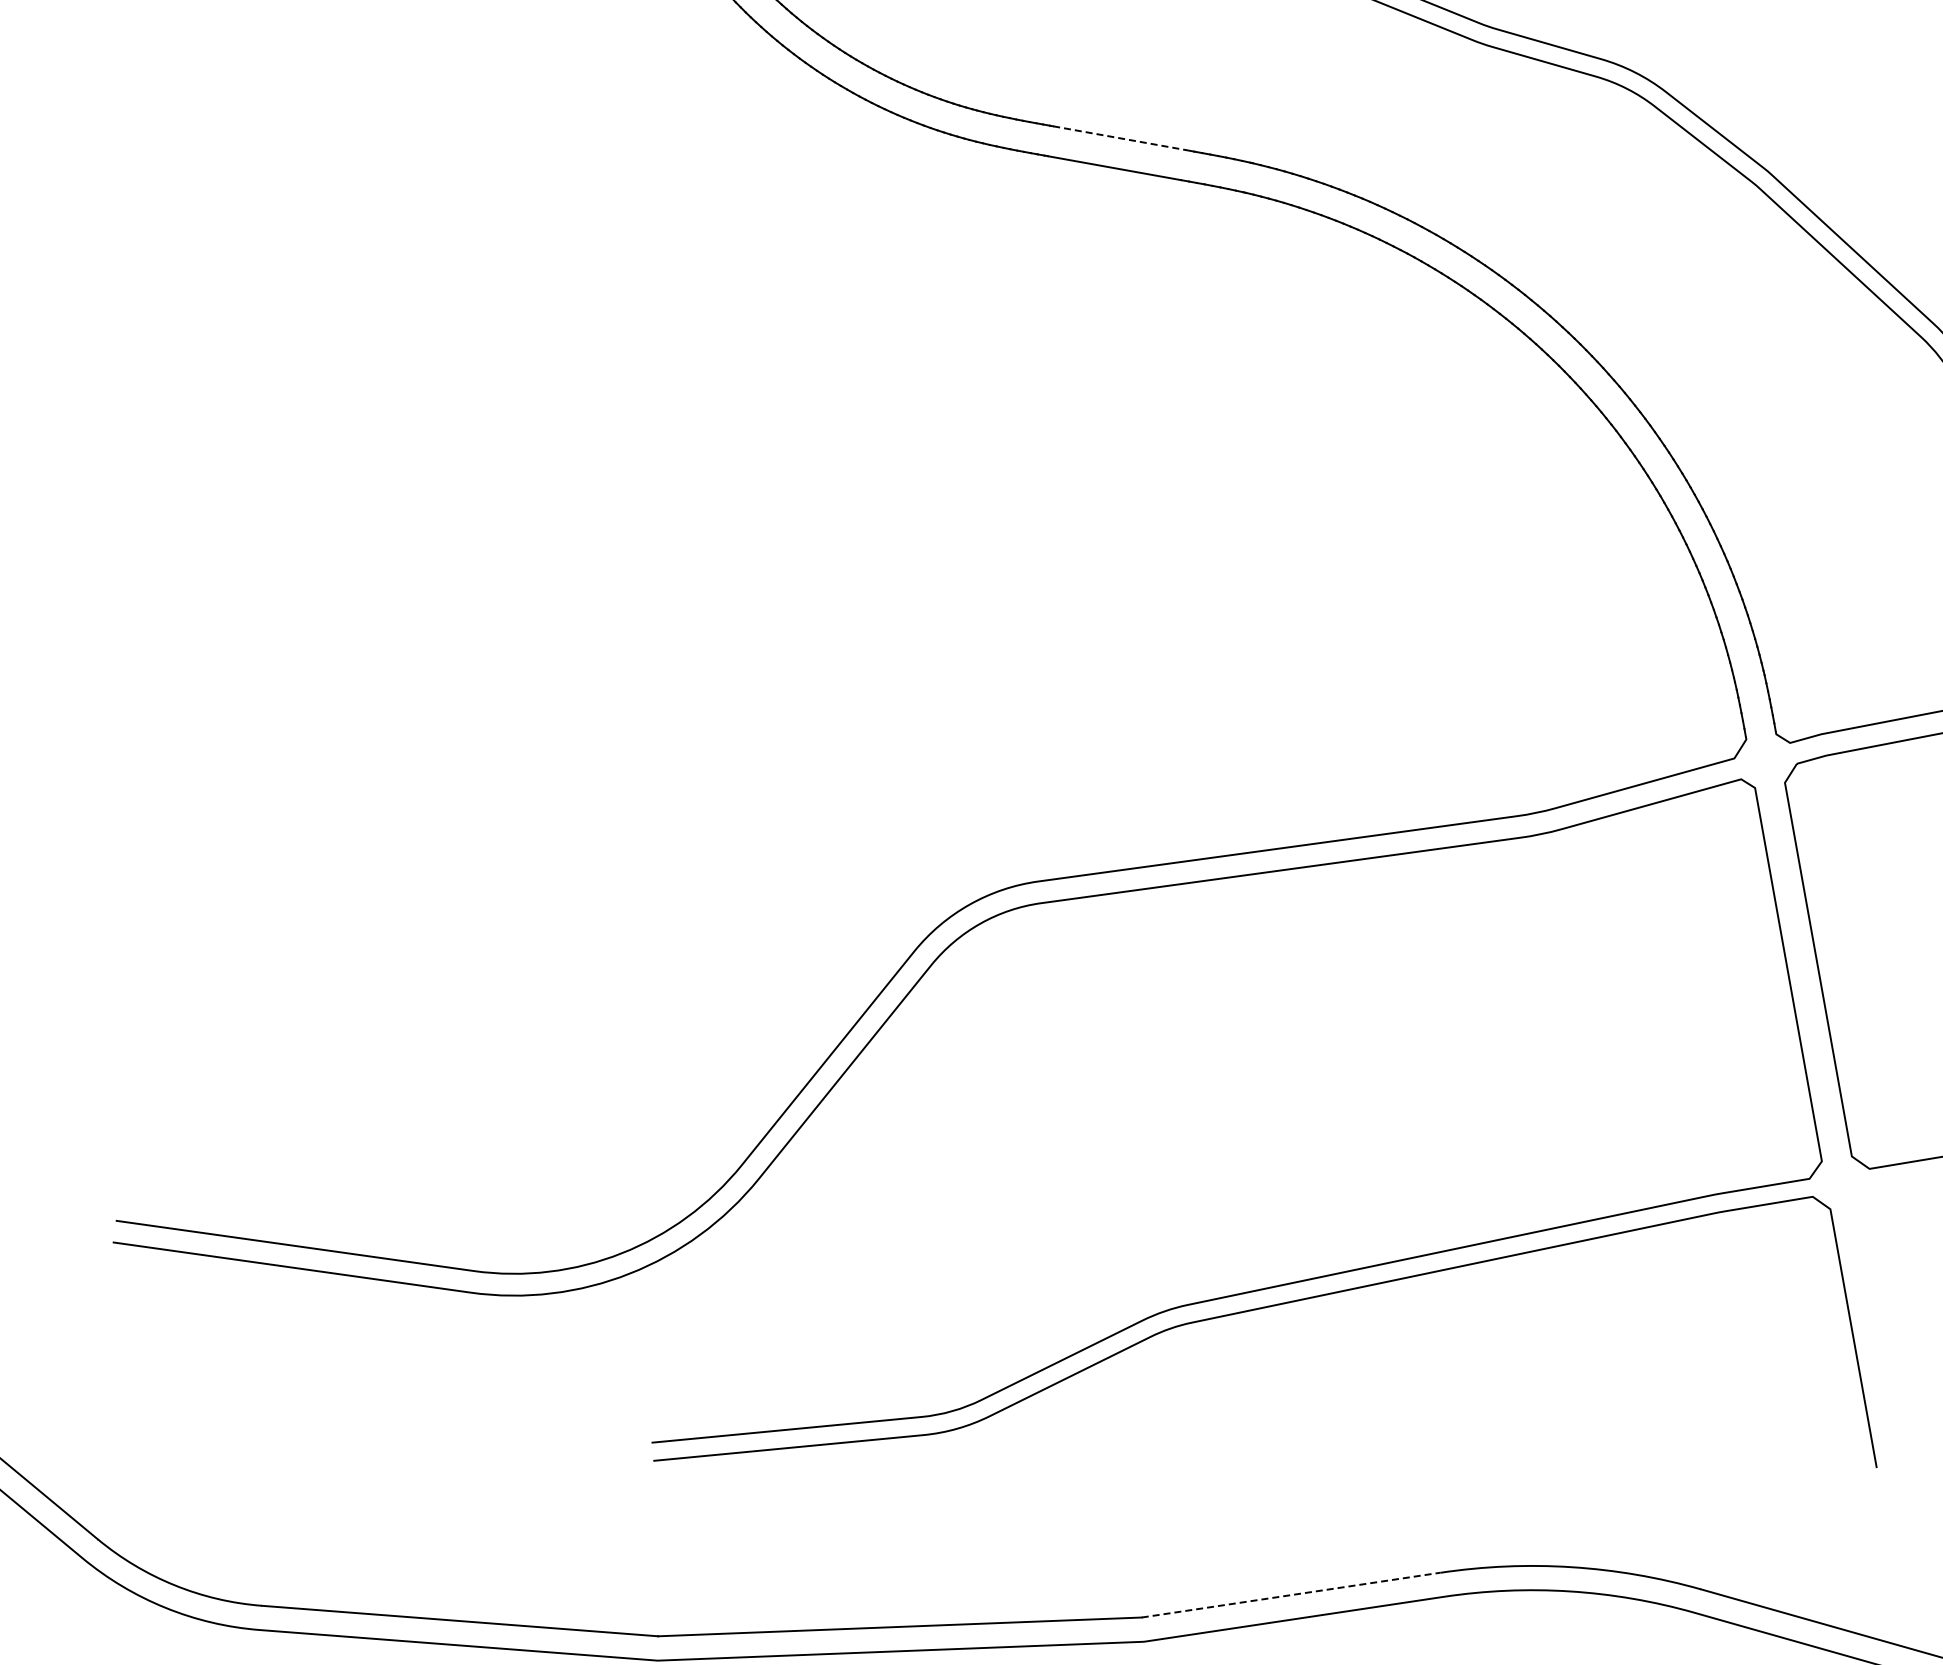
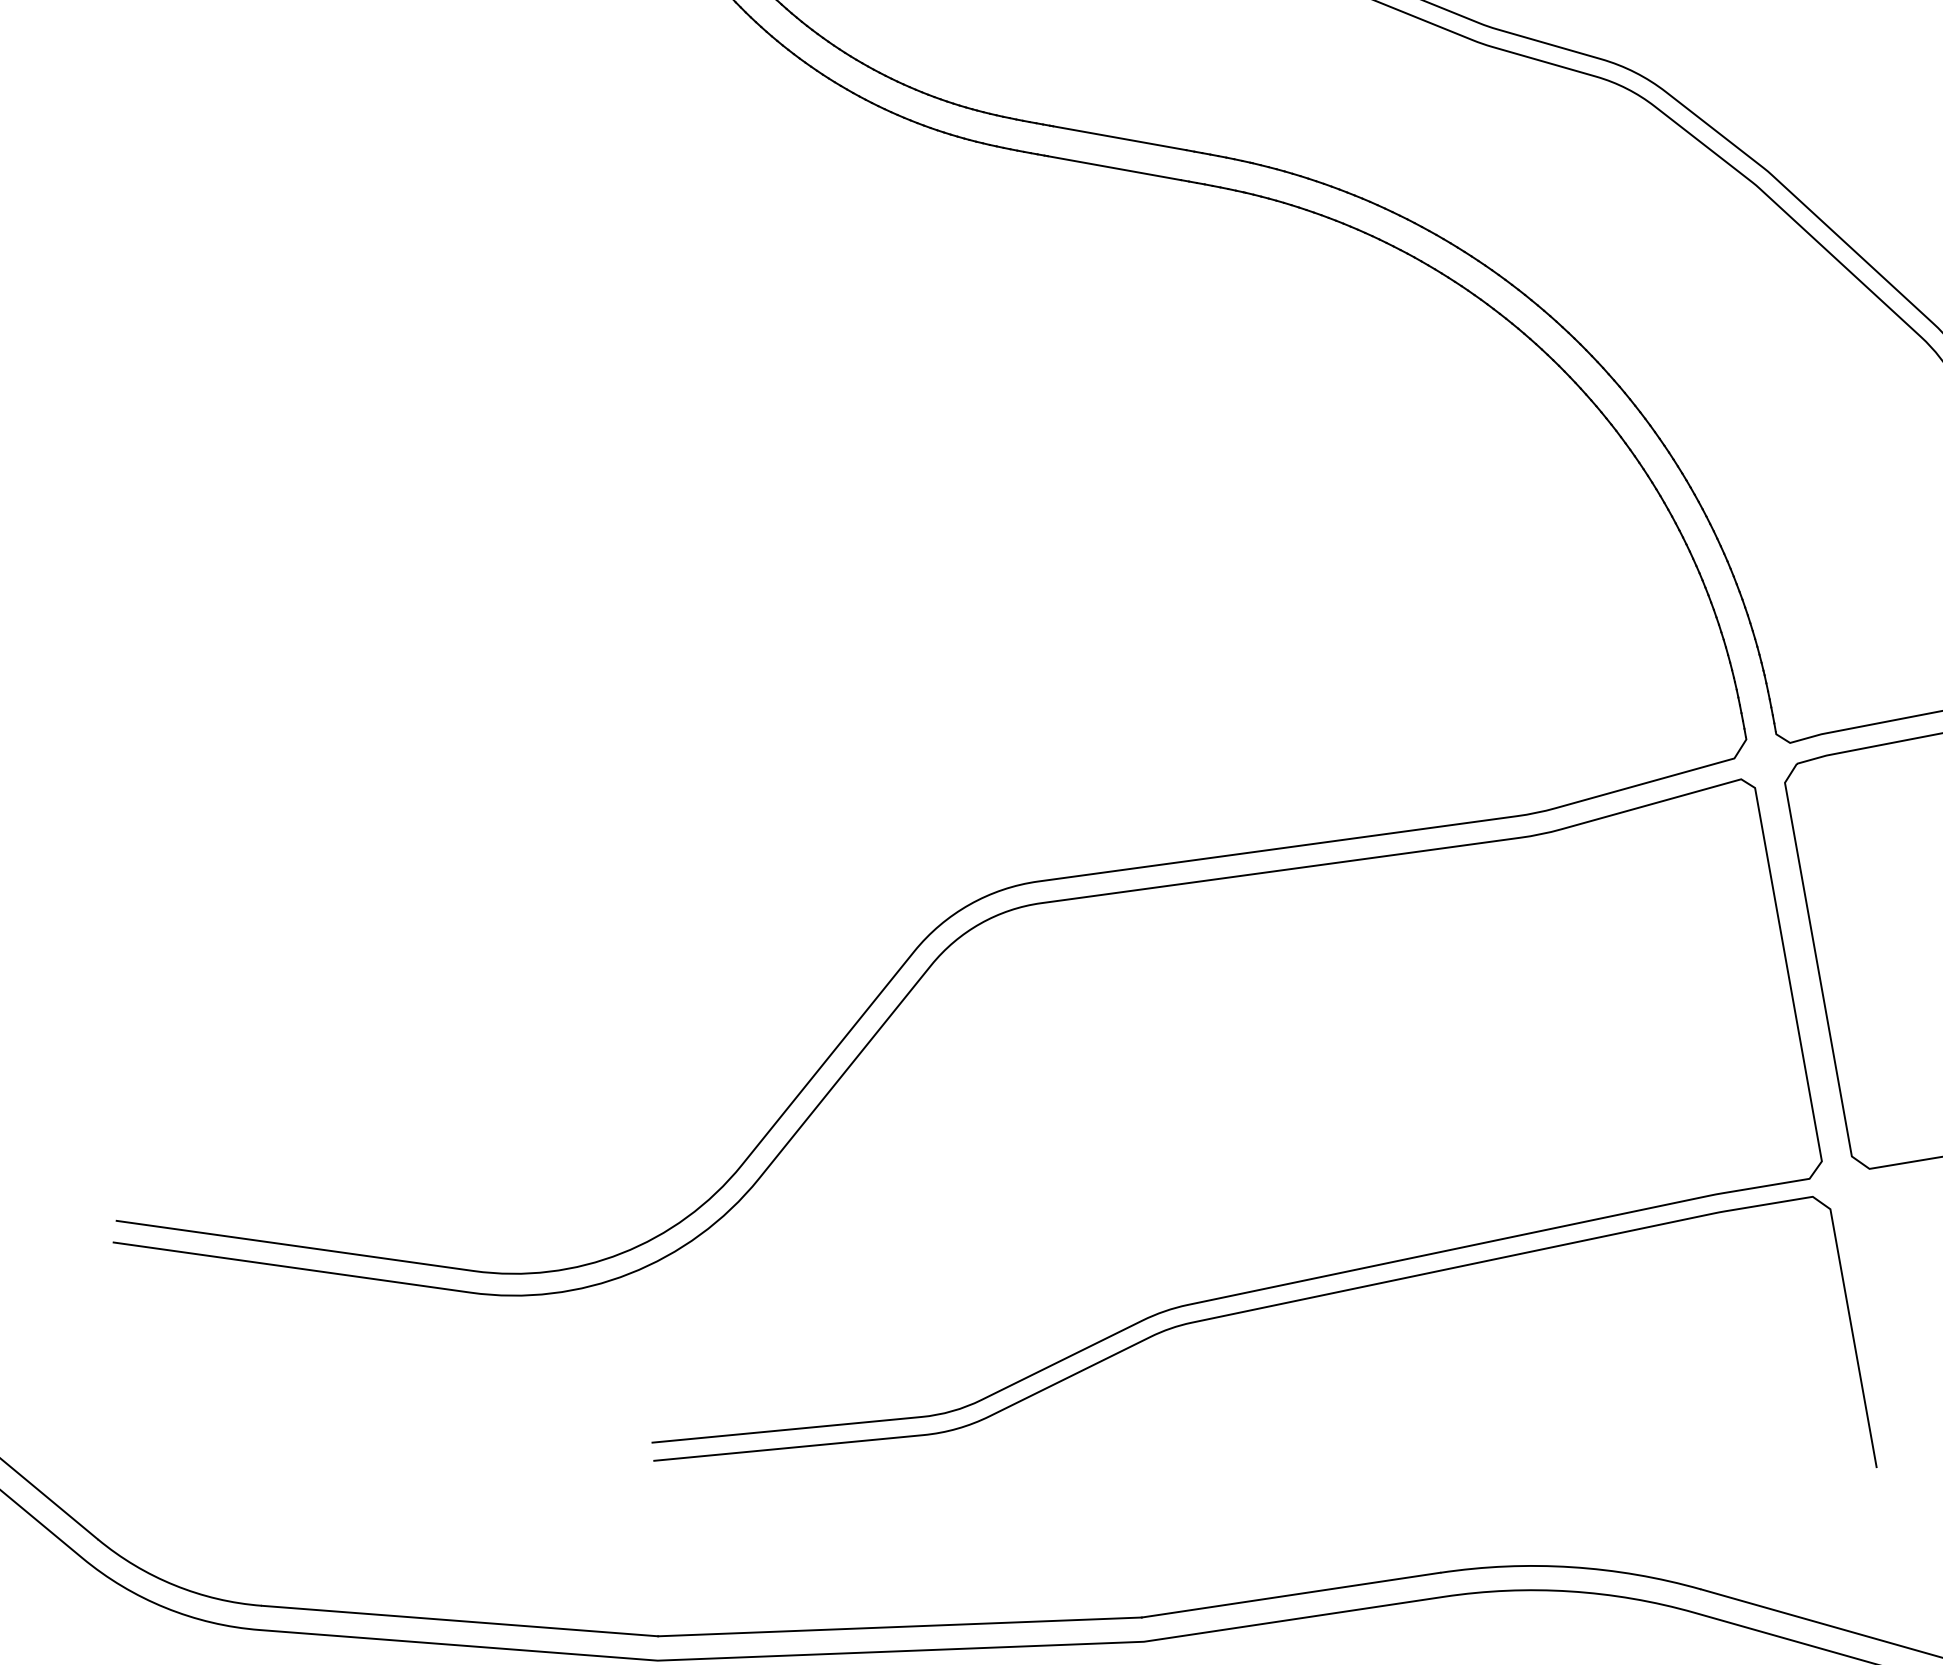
line at (1119, 138): dashed -> solid
line at (1291, 1595): dashed -> solid
